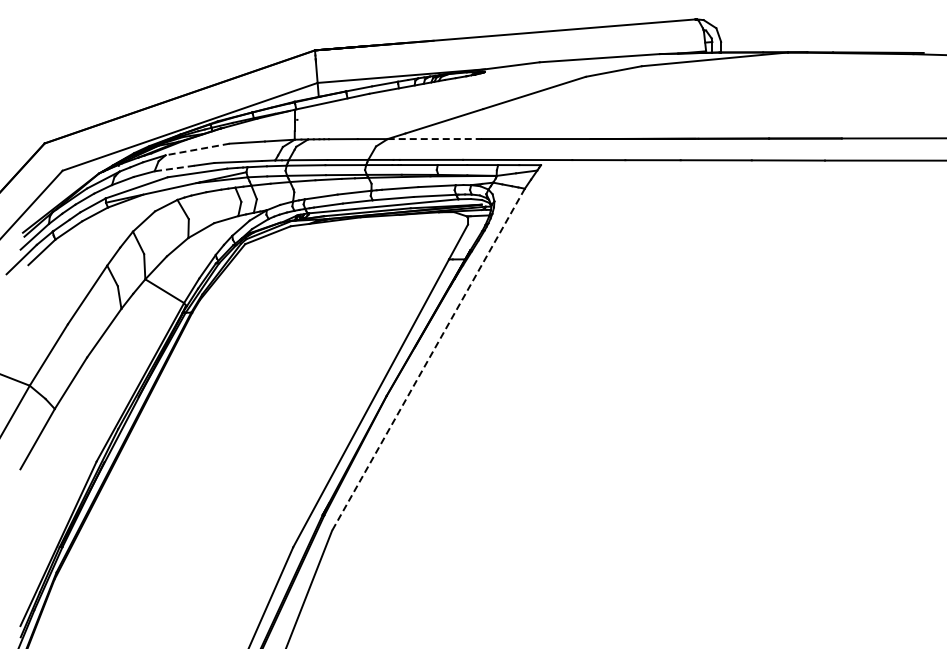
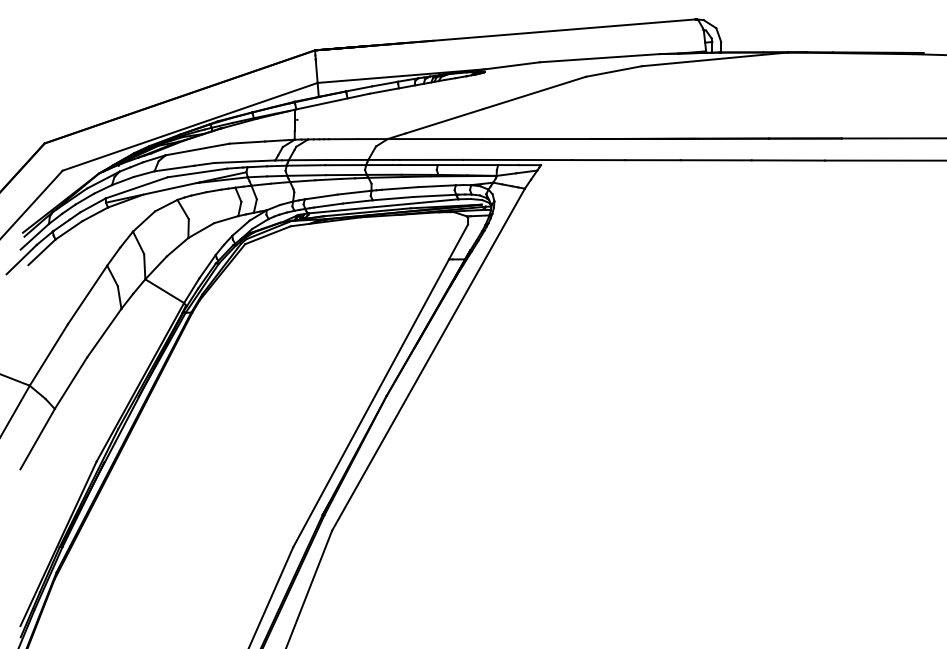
line at (435, 139): dashed -> solid
line at (197, 149): dashed -> solid
line at (174, 168): dashed -> solid
line at (428, 360): dashed -> solid
